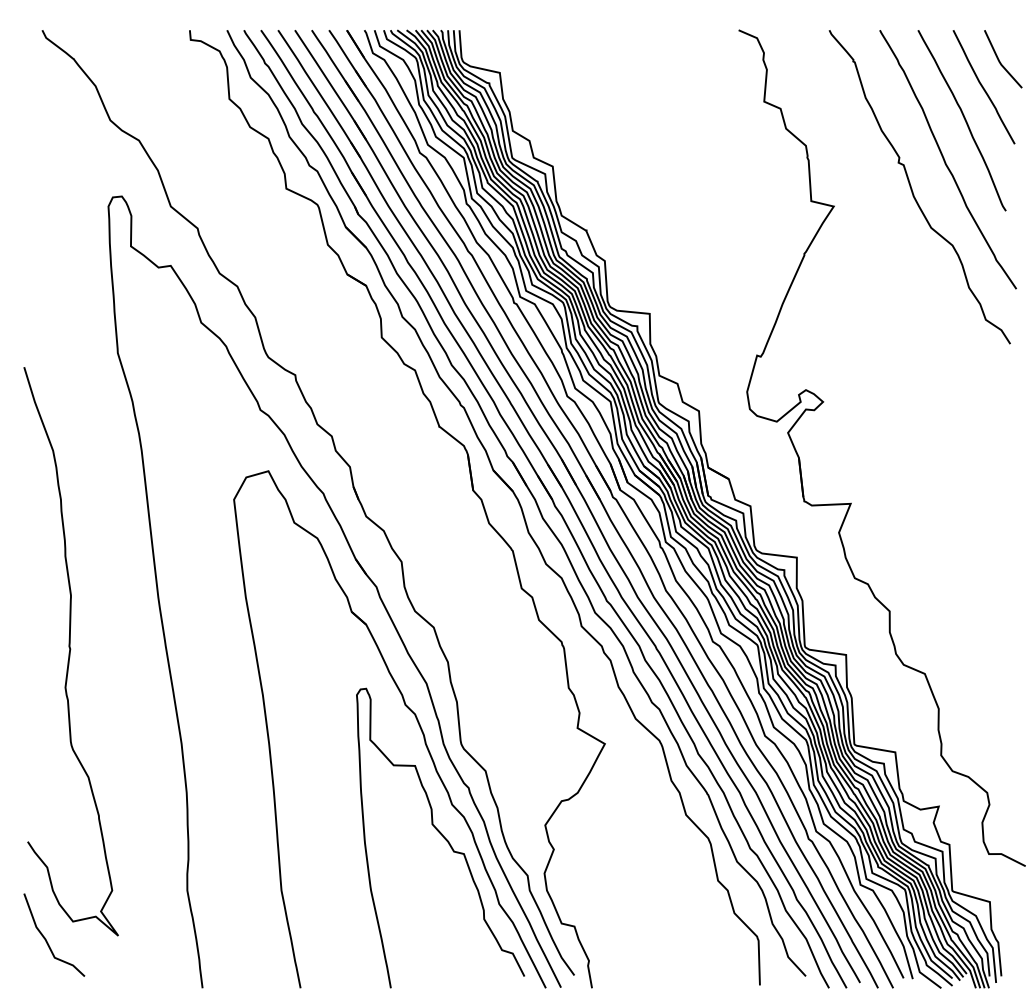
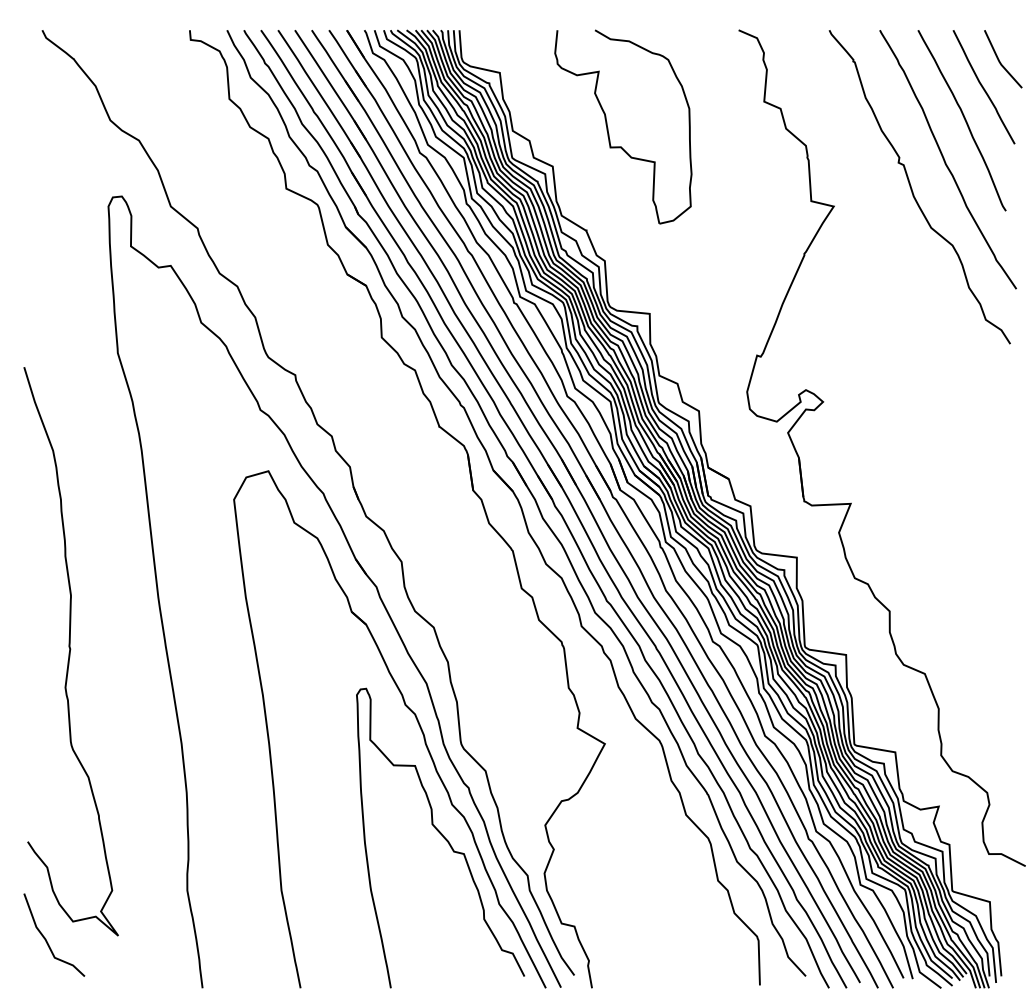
part at (608, 127): none -> present
